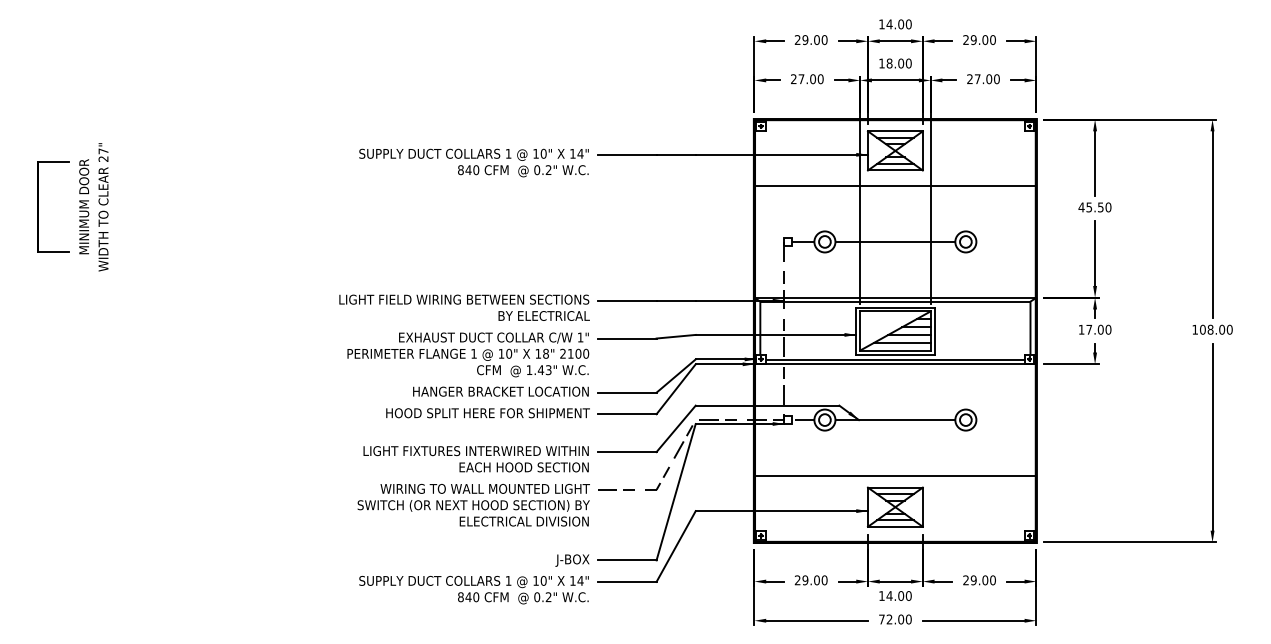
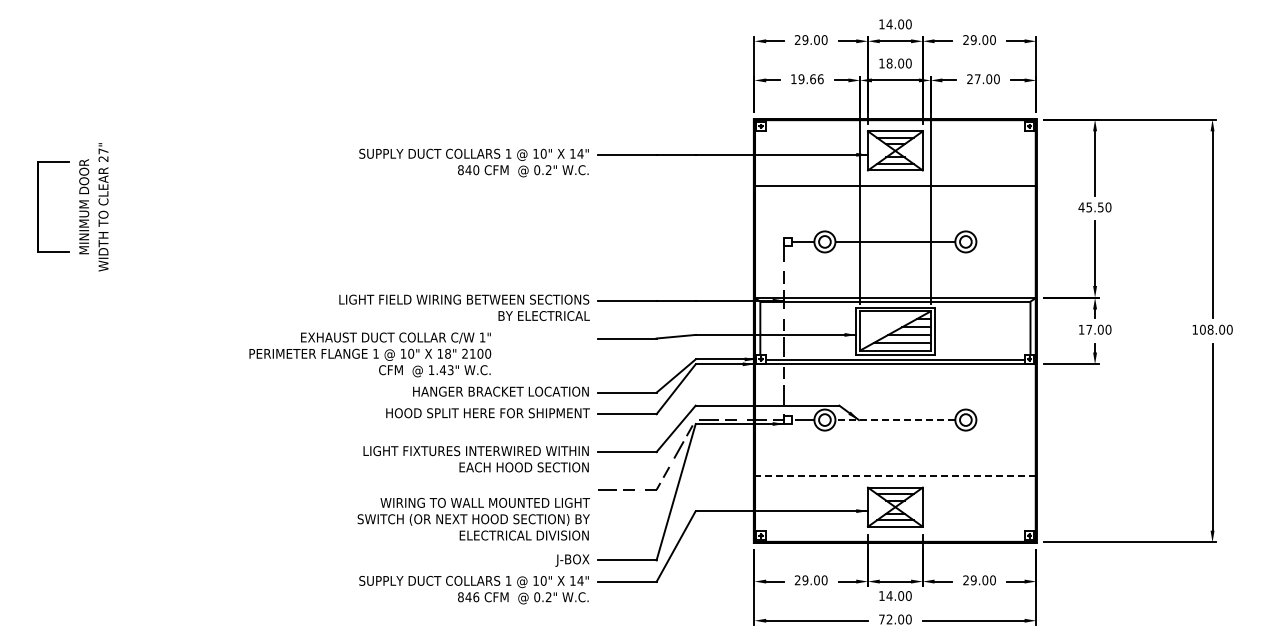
text at (807, 79): 27.00 -> 19.66
text at (468, 354) position: (468, 354) -> (370, 354)
line at (895, 420): solid -> dashed
line at (895, 475): solid -> dashed
text at (473, 505) position: (473, 505) -> (473, 519)
text at (476, 596): 840 -> 846
